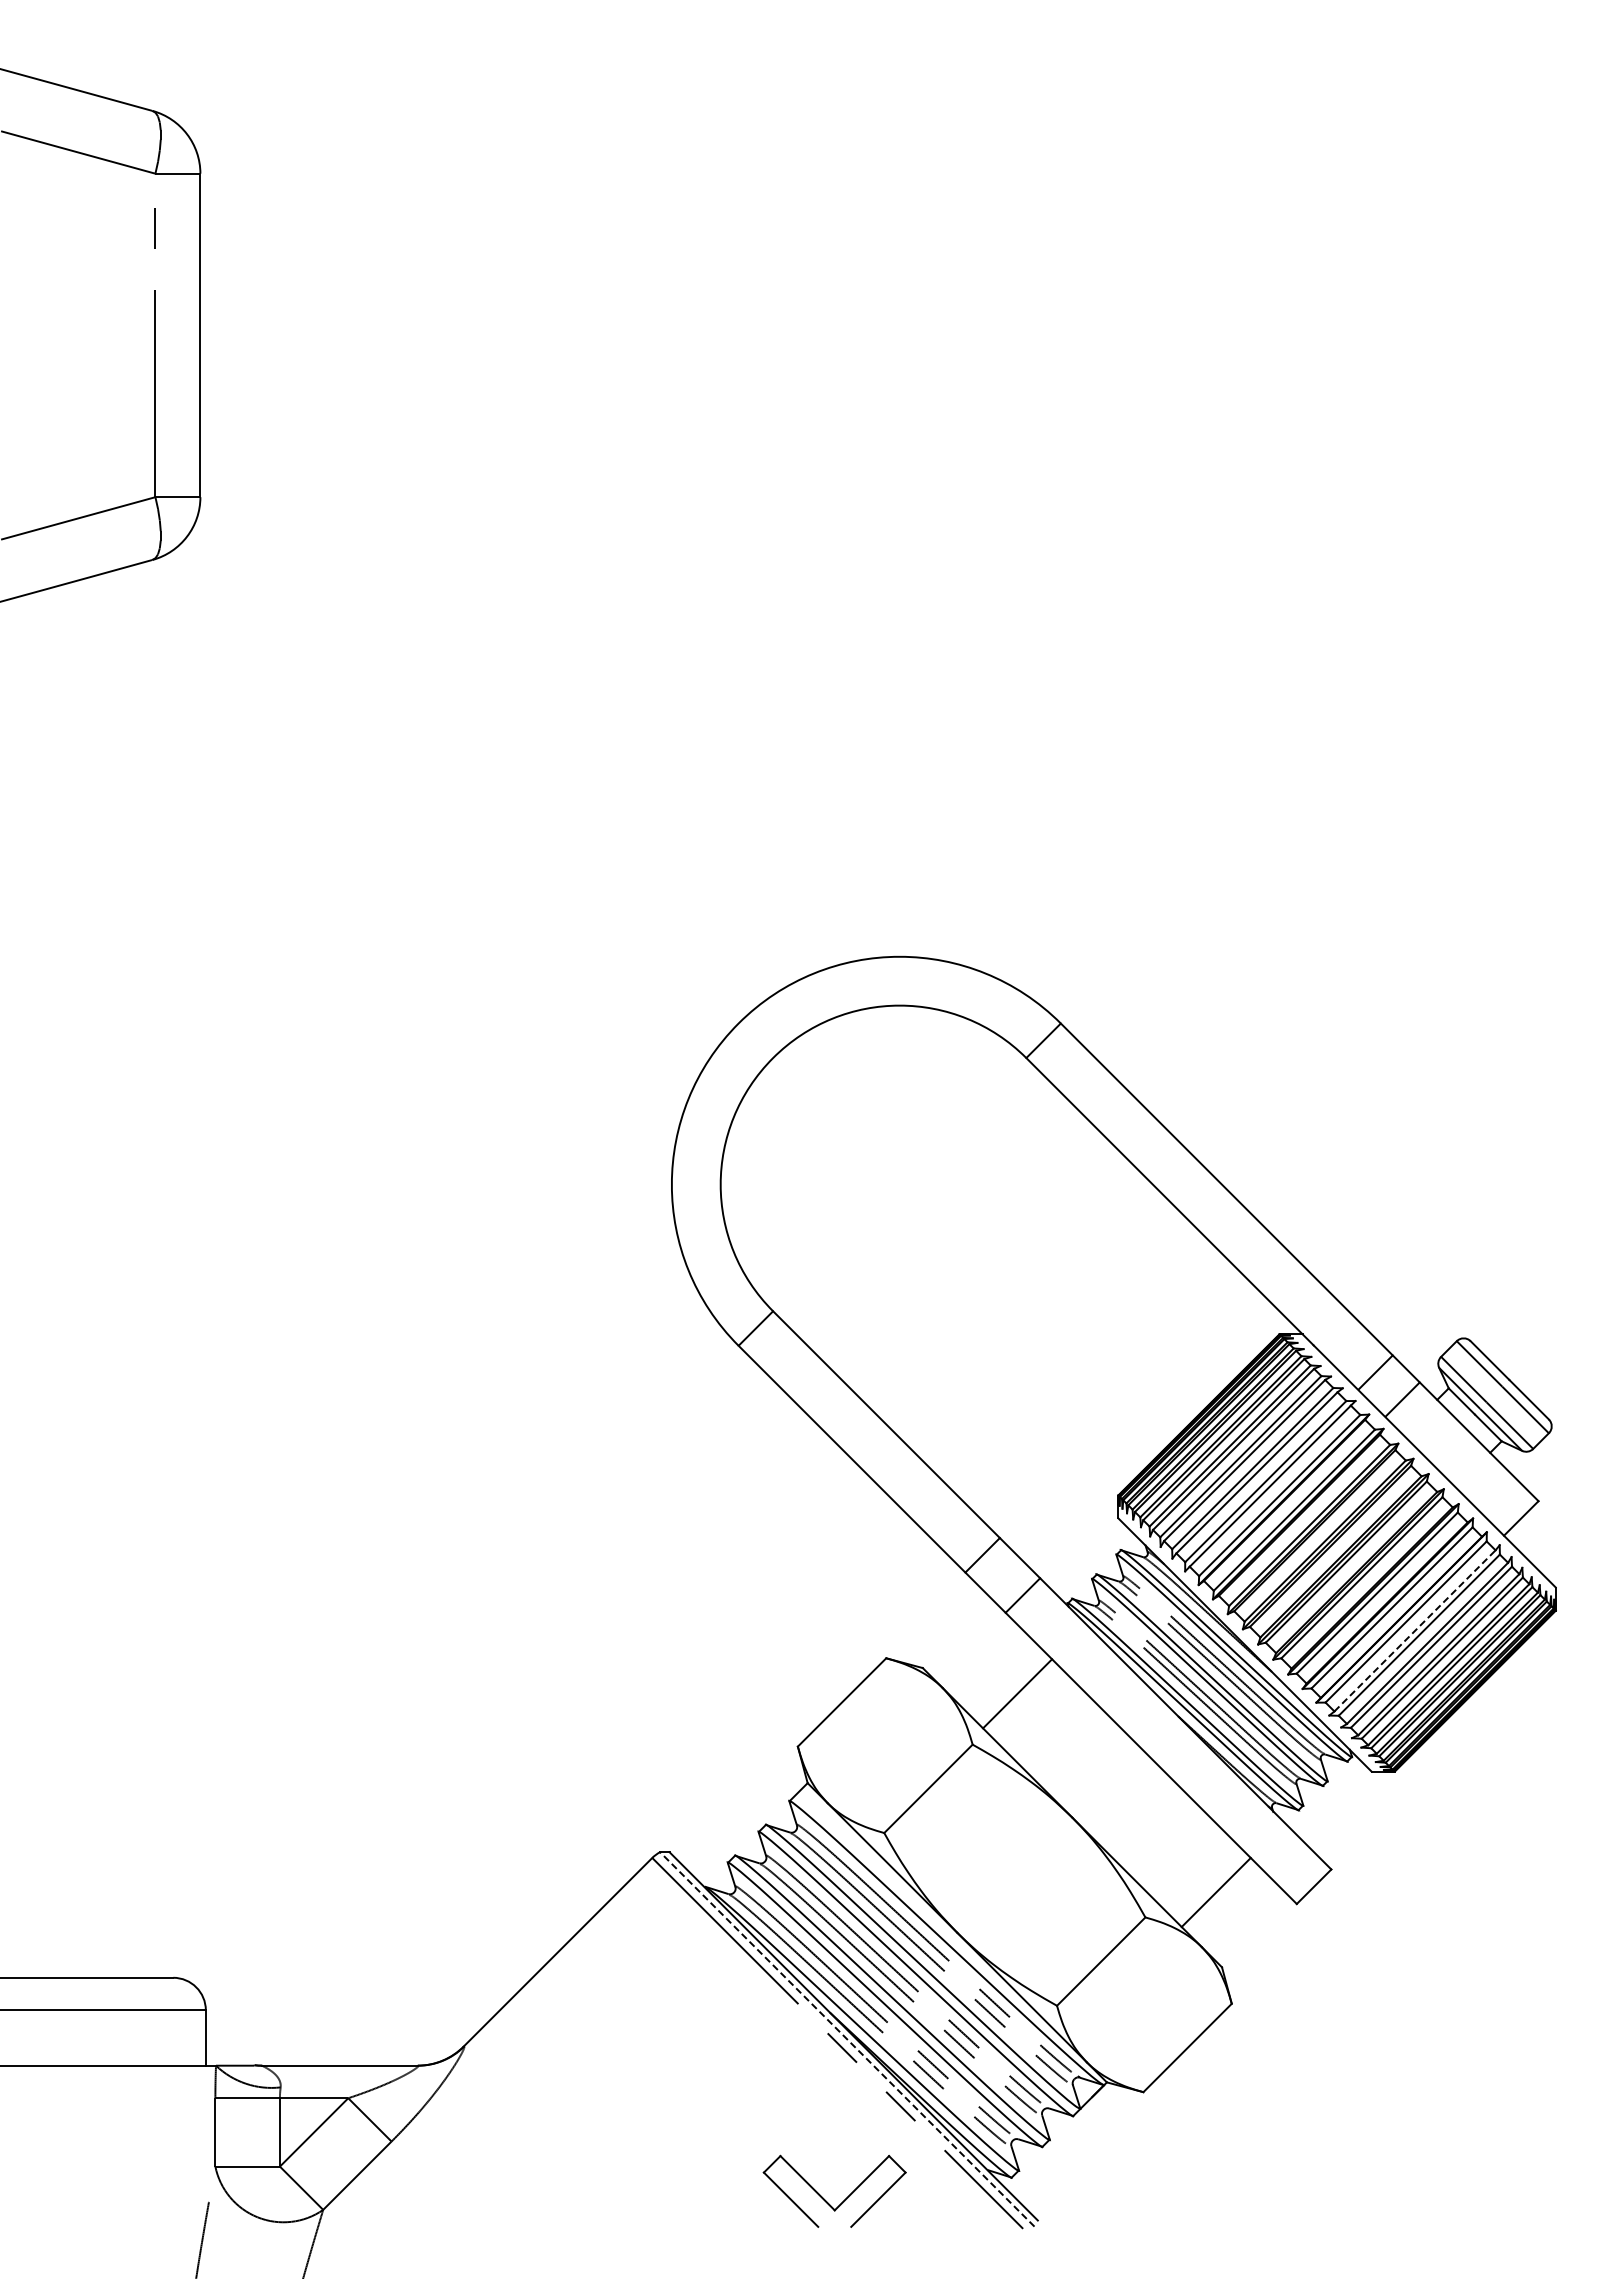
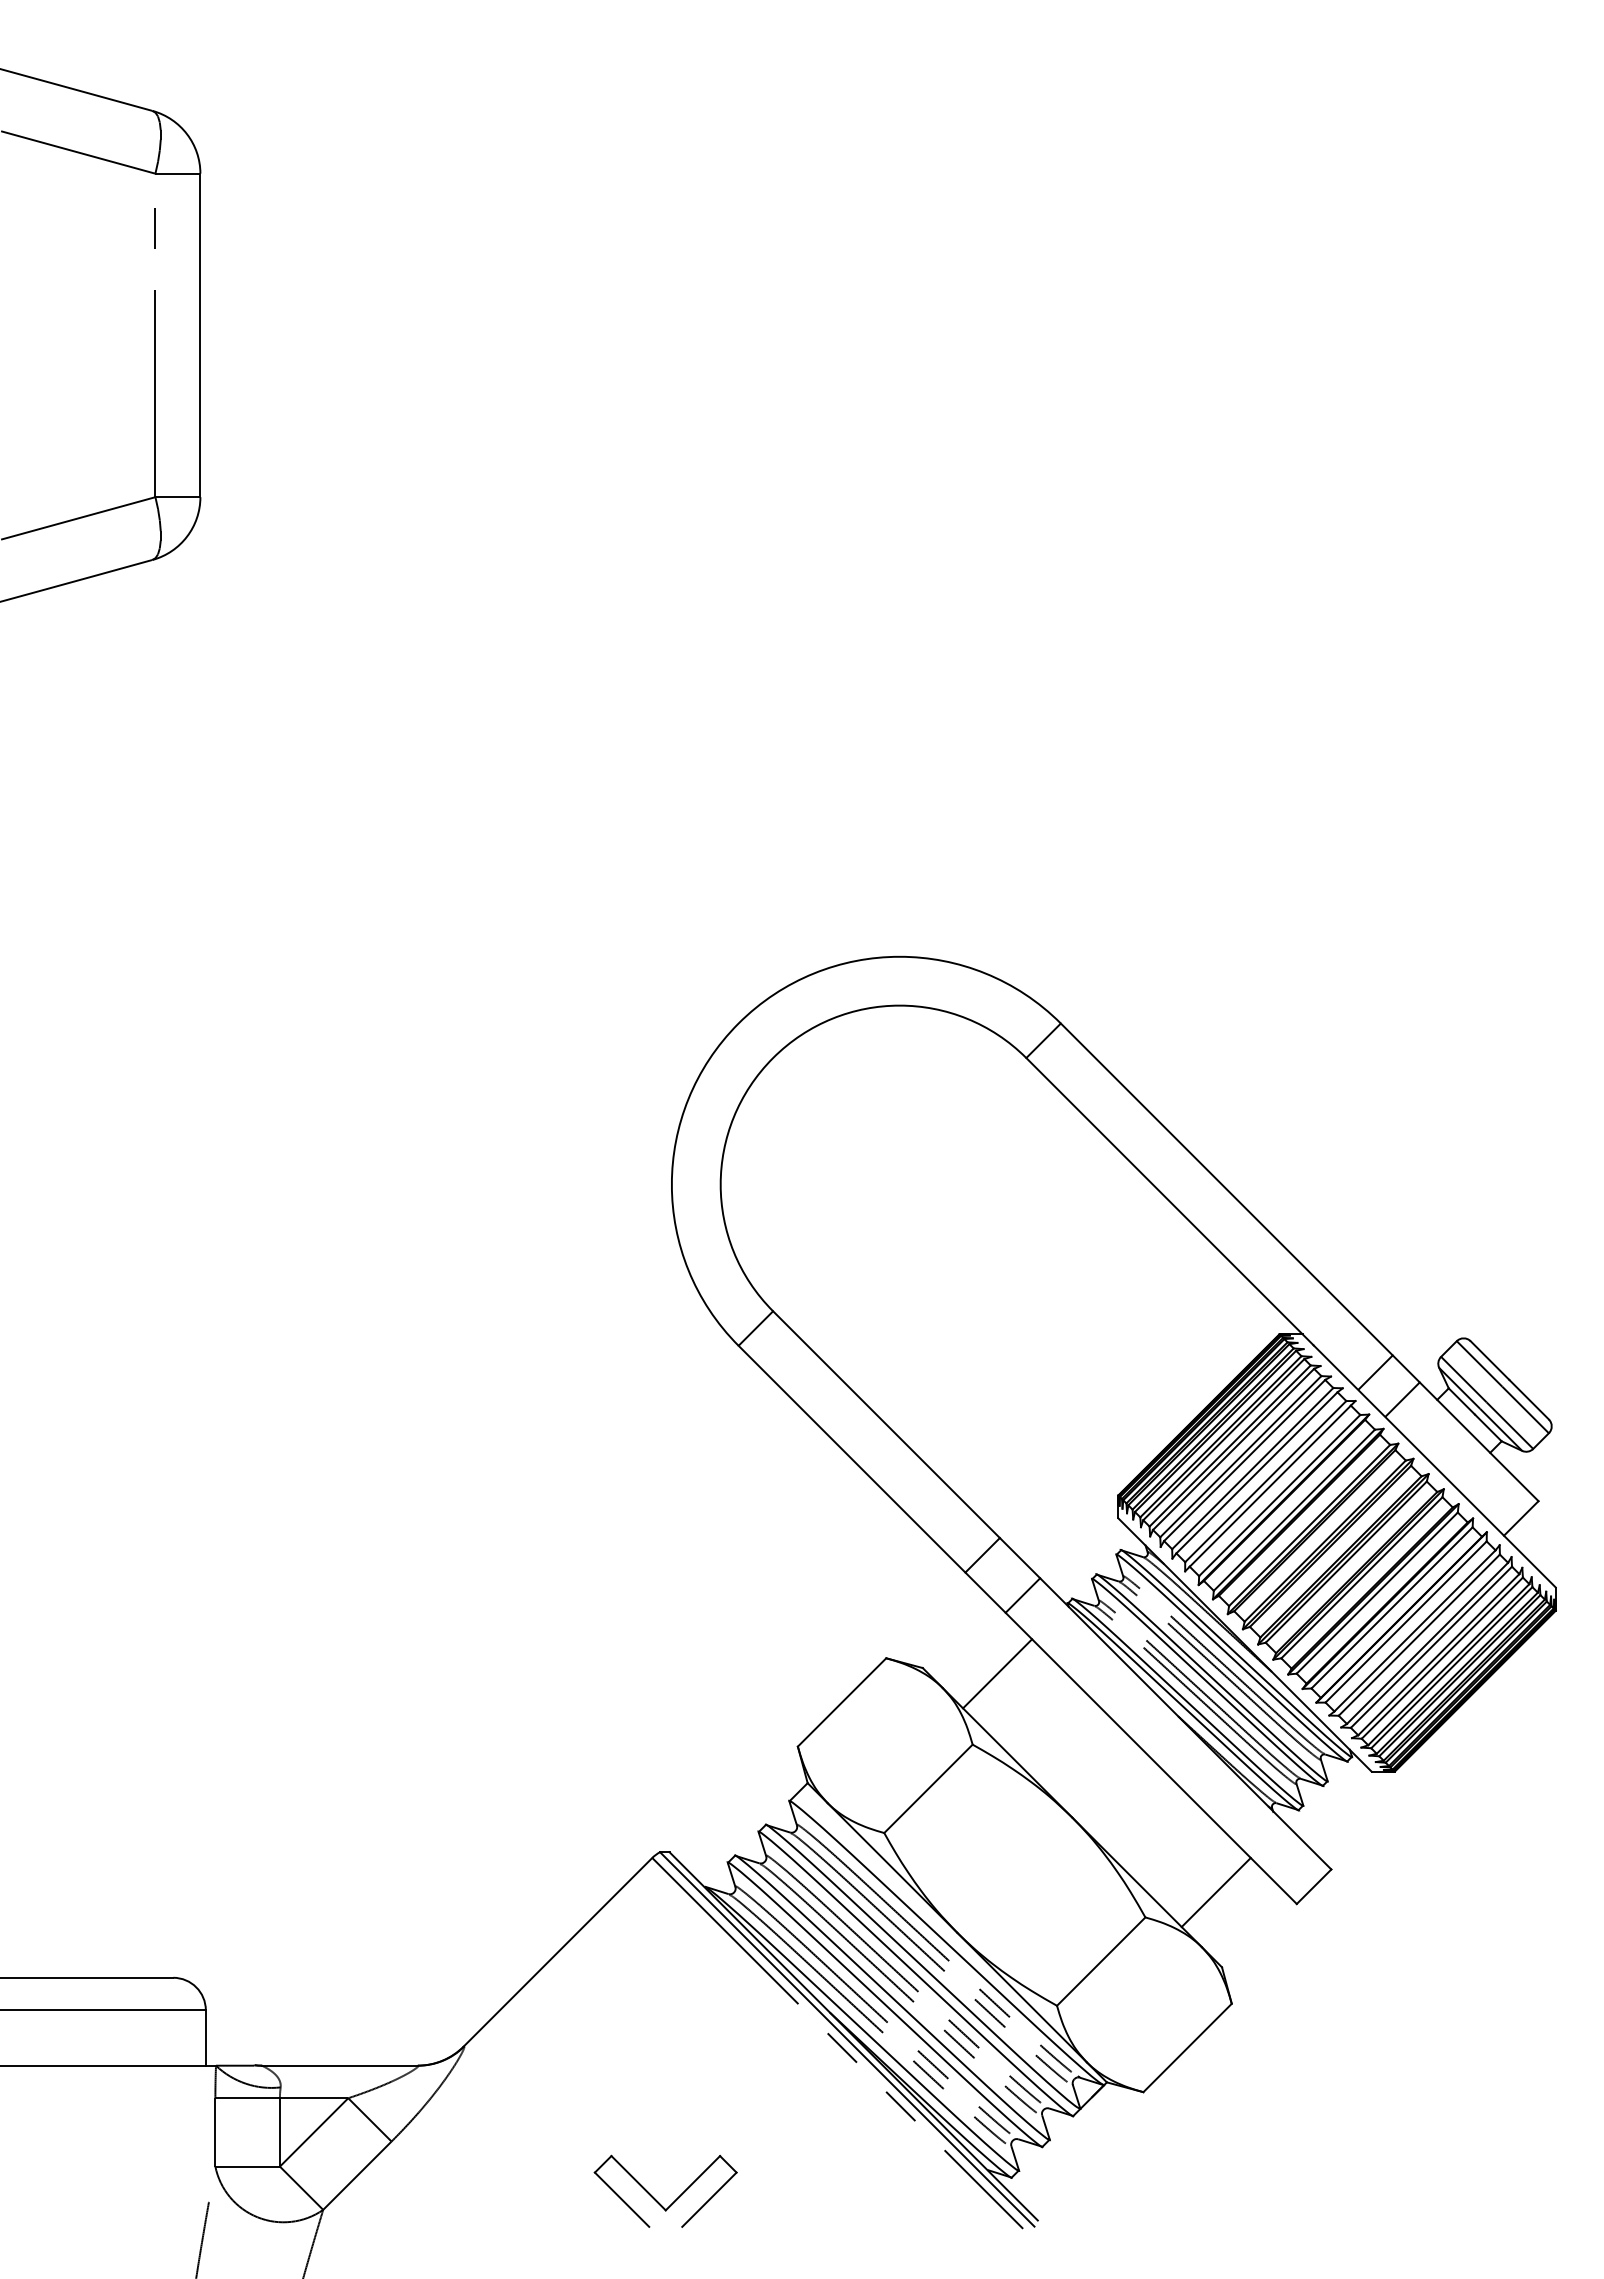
line at (1415, 1630): dashed -> solid
line at (1017, 1693) position: (1017, 1693) -> (997, 1673)
line at (847, 2039): dashed -> solid
part at (825, 2199) position: (825, 2199) -> (656, 2199)
